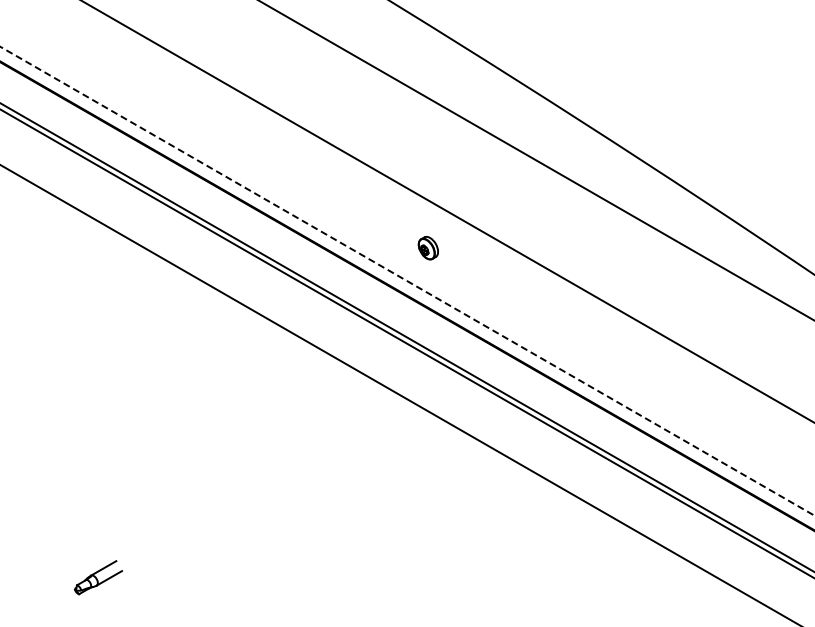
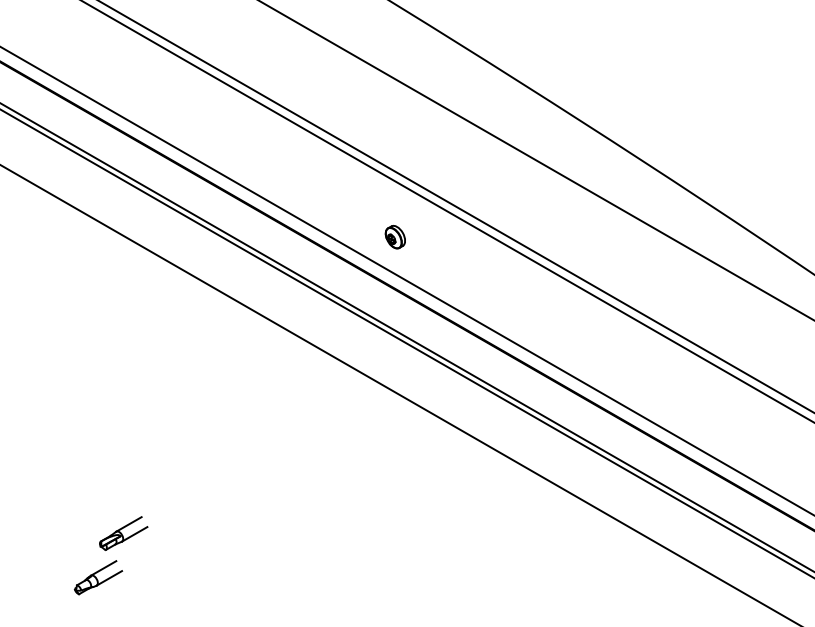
line at (456, 206): none -> present
part at (427, 248) position: (427, 248) -> (394, 237)
line at (407, 281): dashed -> solid
part at (123, 533): none -> present
